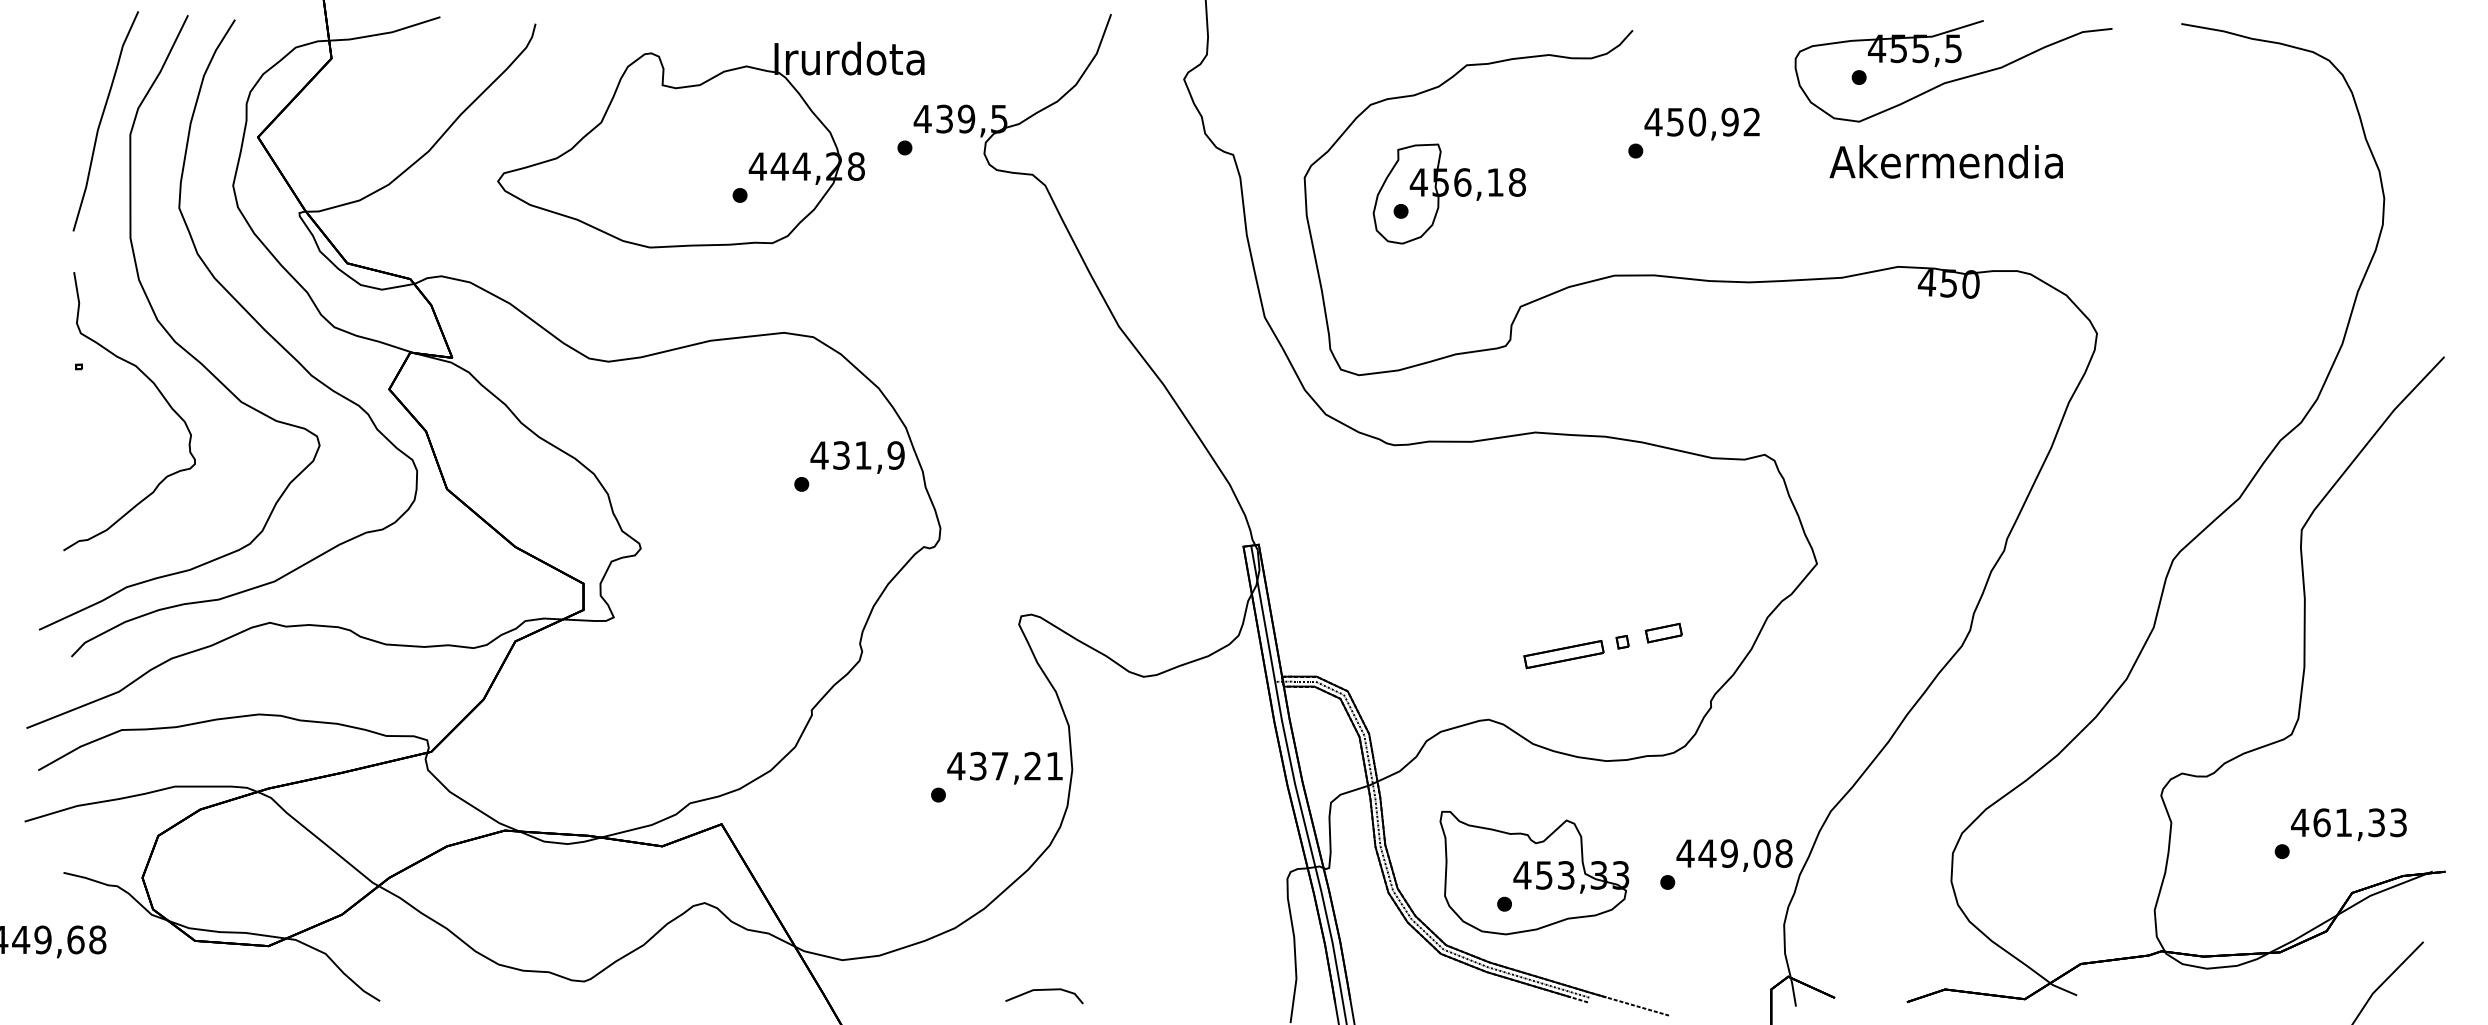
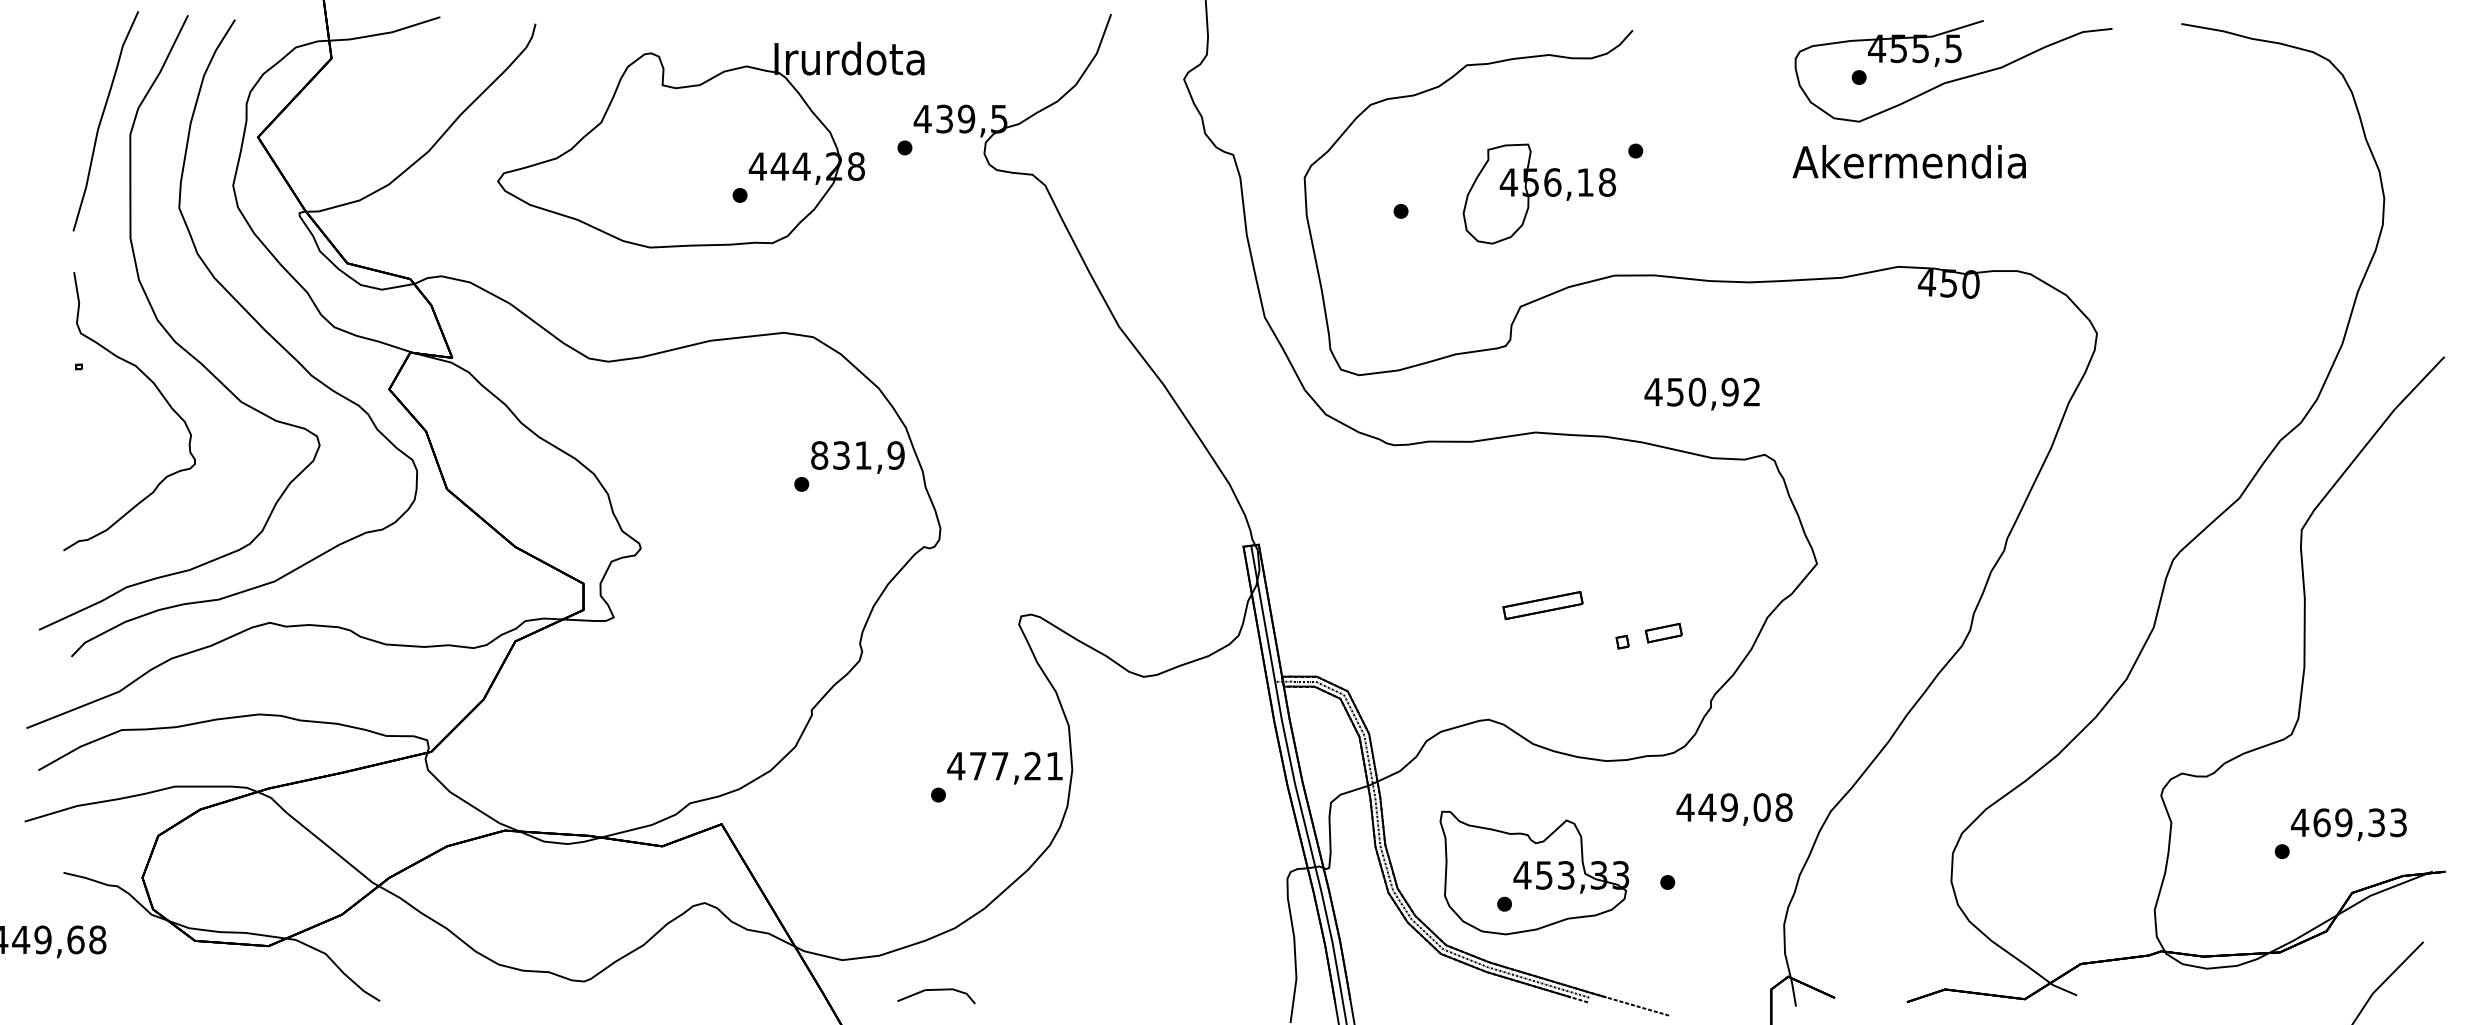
text at (1701, 123) position: (1701, 123) -> (1701, 393)
text at (1945, 161) position: (1945, 161) -> (1908, 161)
part at (1448, 193) position: (1448, 193) -> (1538, 193)
text at (819, 455): 431,9 -> 831,9
part at (1563, 654) position: (1563, 654) -> (1542, 605)
text at (978, 765): 437,21 -> 477,21
text at (2343, 822): 461,33 -> 469,33
text at (1734, 855) position: (1734, 855) -> (1734, 809)
line at (1044, 990) position: (1044, 990) -> (936, 990)
